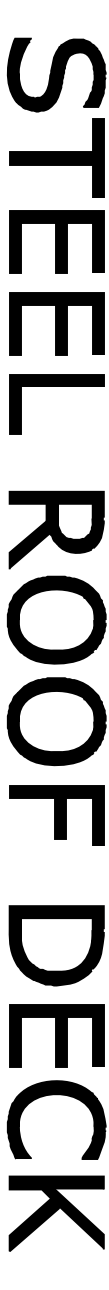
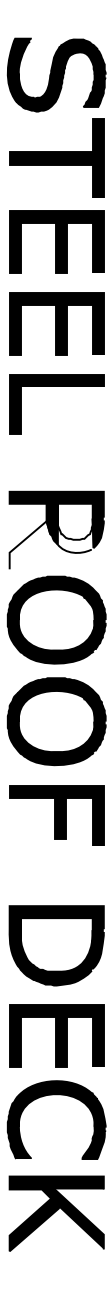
fill at (75, 527): present -> none
fill at (29, 545): present -> none
